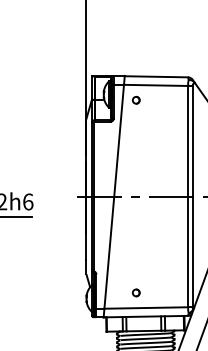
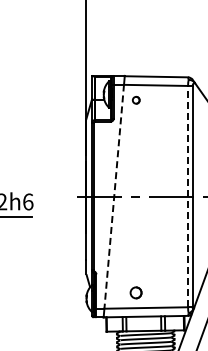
line at (114, 196): solid -> dashed
line at (188, 196): solid -> dashed
part at (136, 292) size: 9x10 px -> 14x14 px
